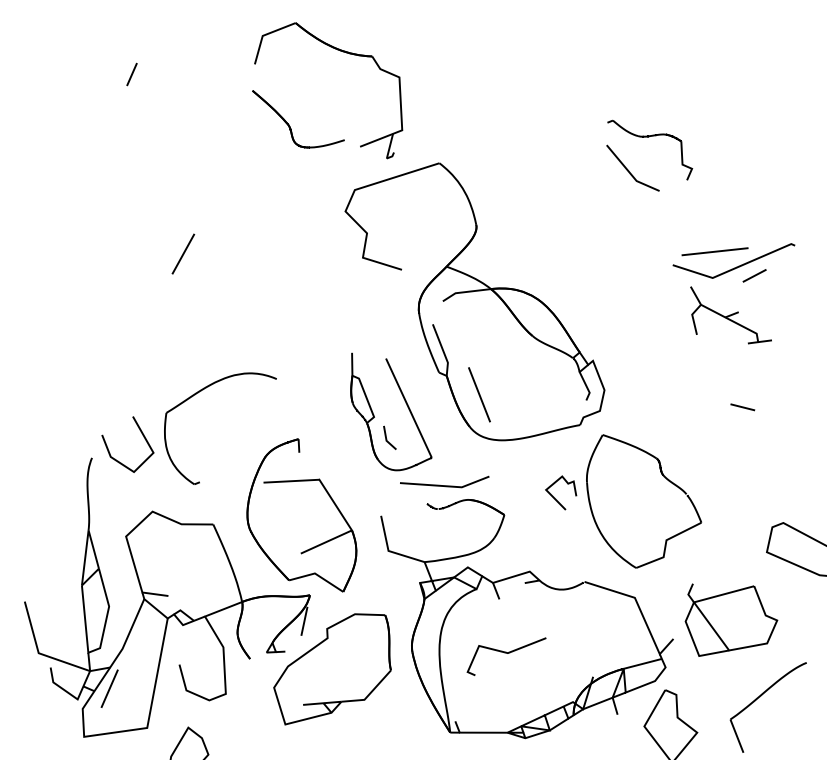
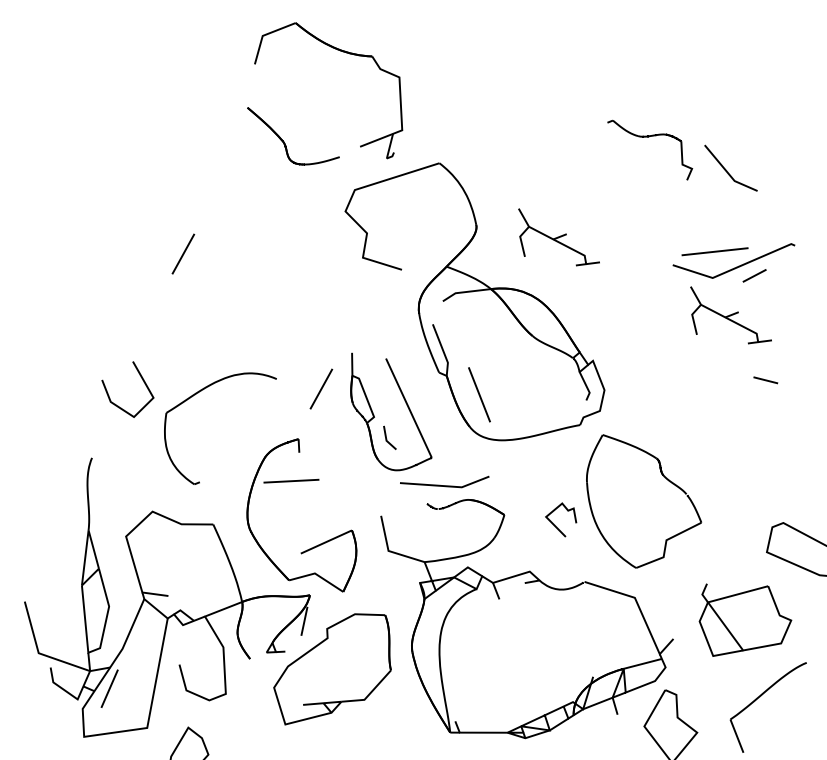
line at (131, 74): present -> none
part at (289, 124) position: (289, 124) -> (284, 141)
line at (629, 170) position: (629, 170) -> (727, 170)
part at (558, 237): none -> present
line at (321, 388): none -> present
line at (742, 407) position: (742, 407) -> (765, 380)
line at (143, 437) position: (143, 437) -> (143, 382)
curve at (555, 498) position: (555, 498) -> (555, 525)
line at (335, 504): present -> none
part at (731, 619) position: (731, 619) -> (745, 619)
line at (506, 653): present -> none
